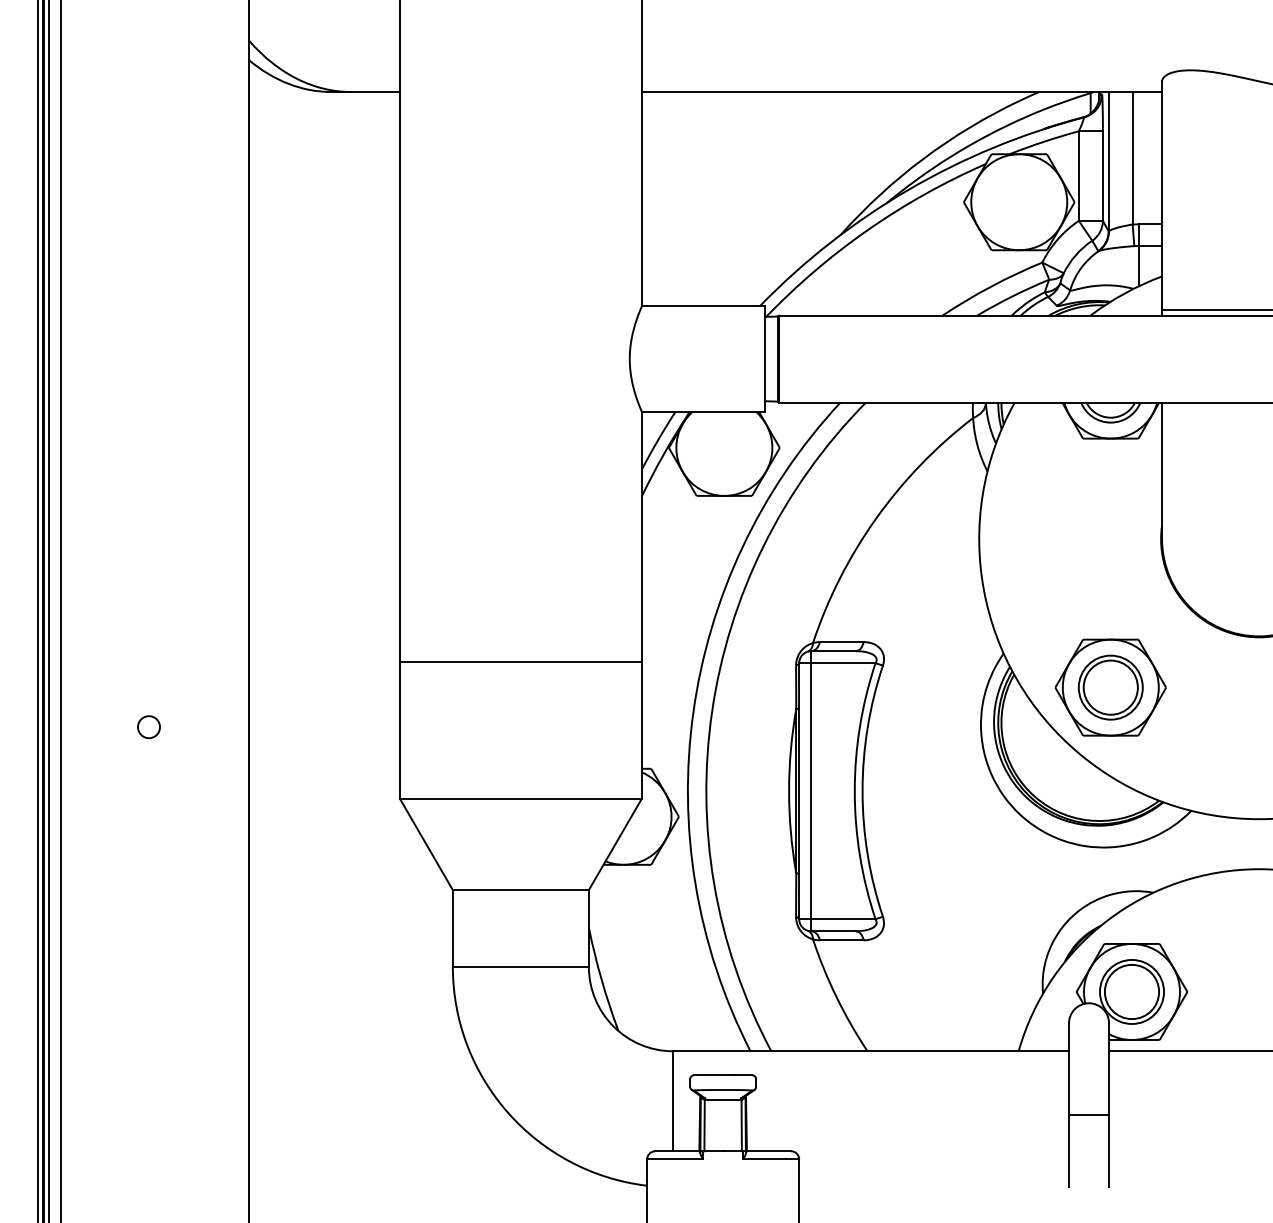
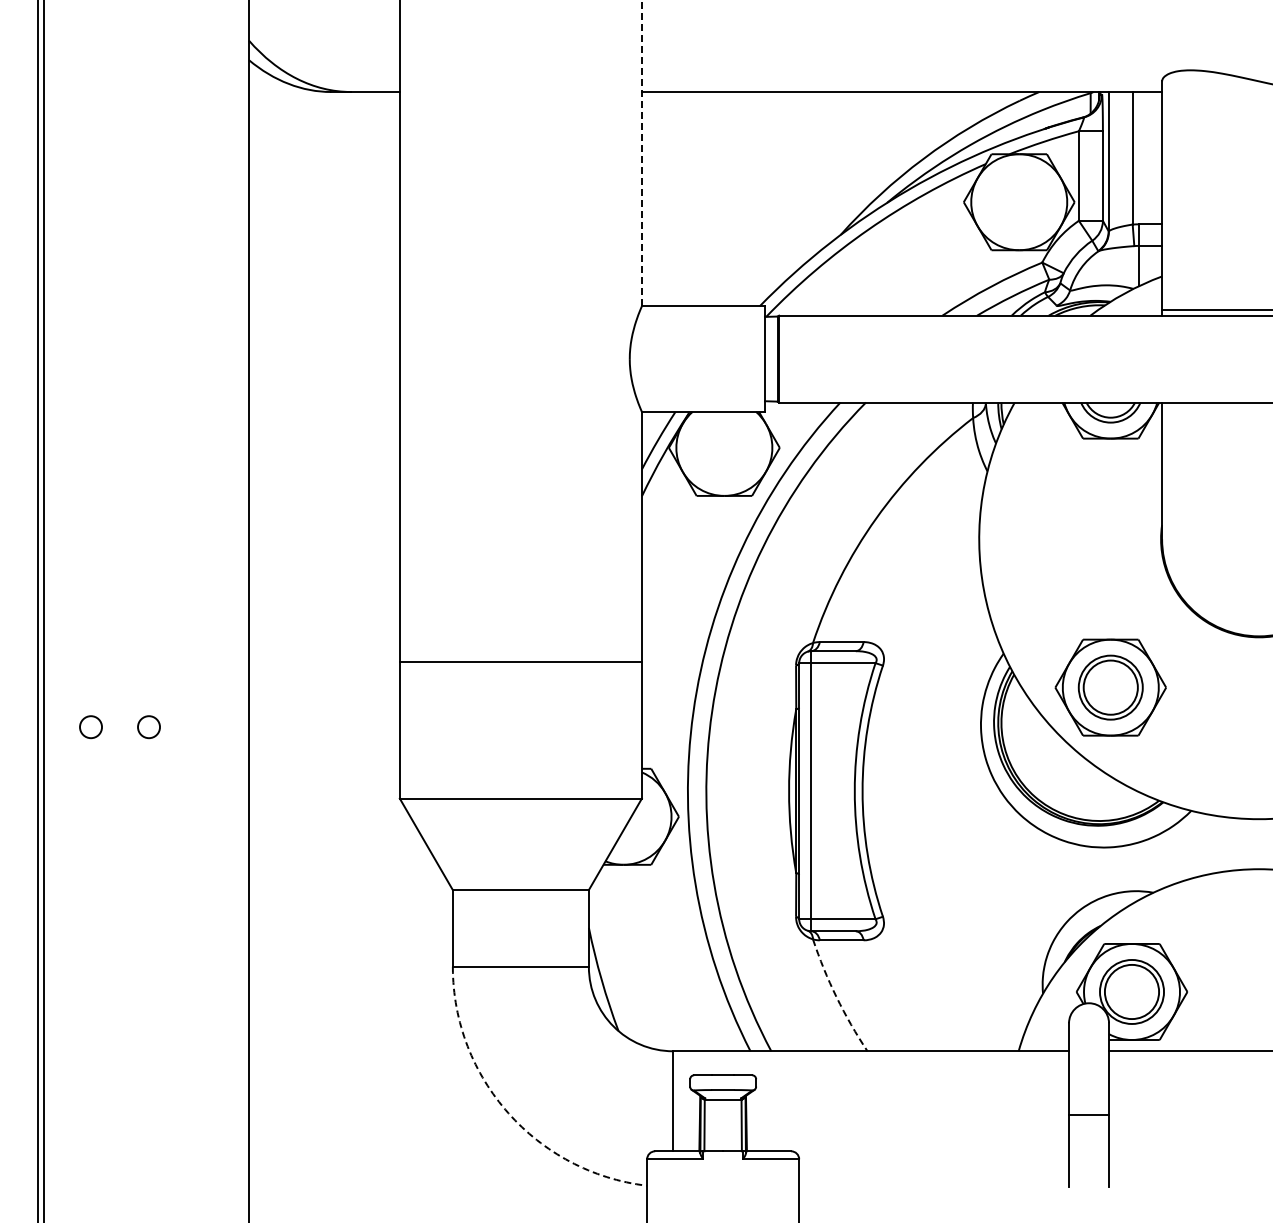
line at (641, 153): solid -> dashed
line at (42, 610): present -> none
line at (48, 610): present -> none
line at (60, 610): present -> none
circle at (90, 727): none -> present
arc at (836, 997): solid -> dashed
arc at (508, 1113): solid -> dashed
